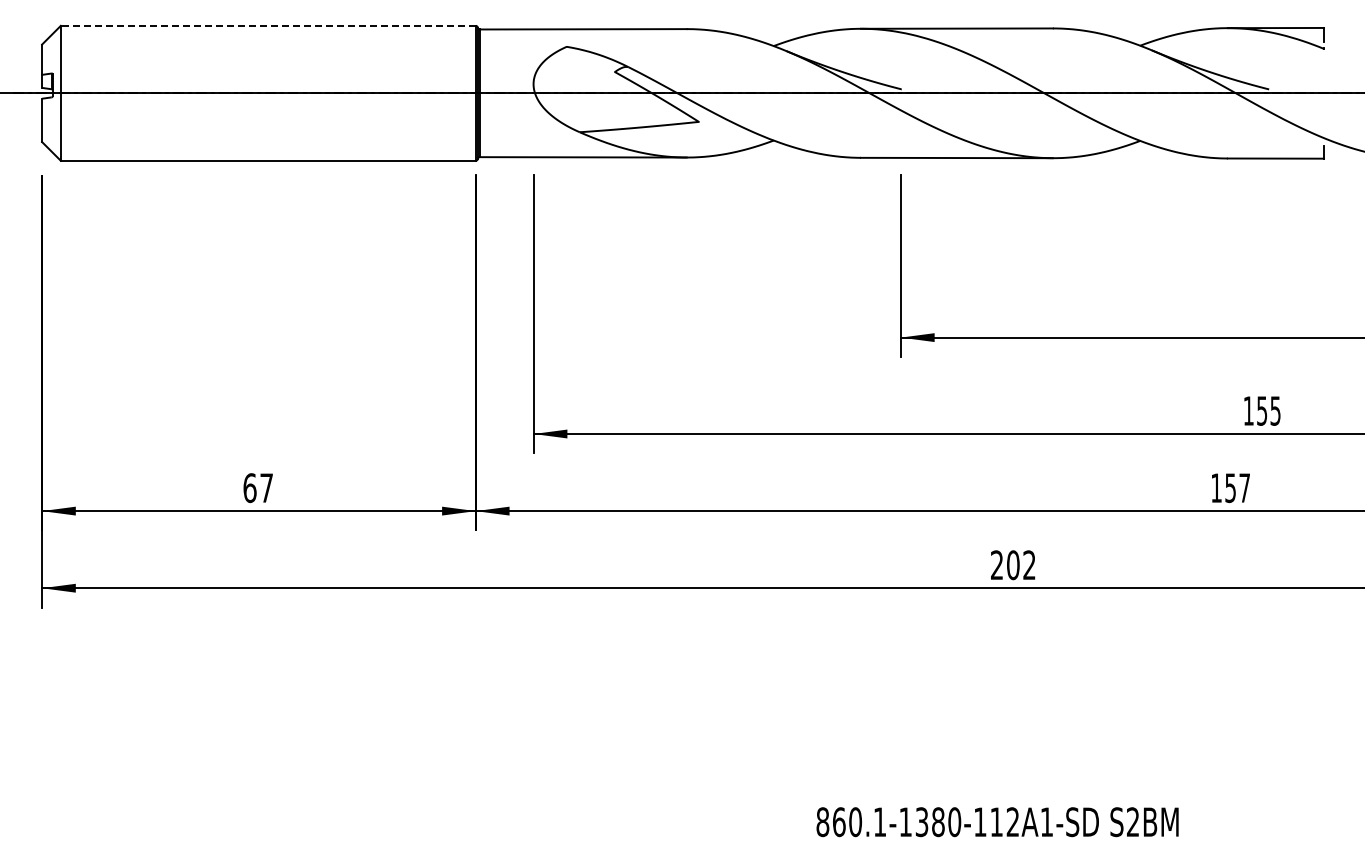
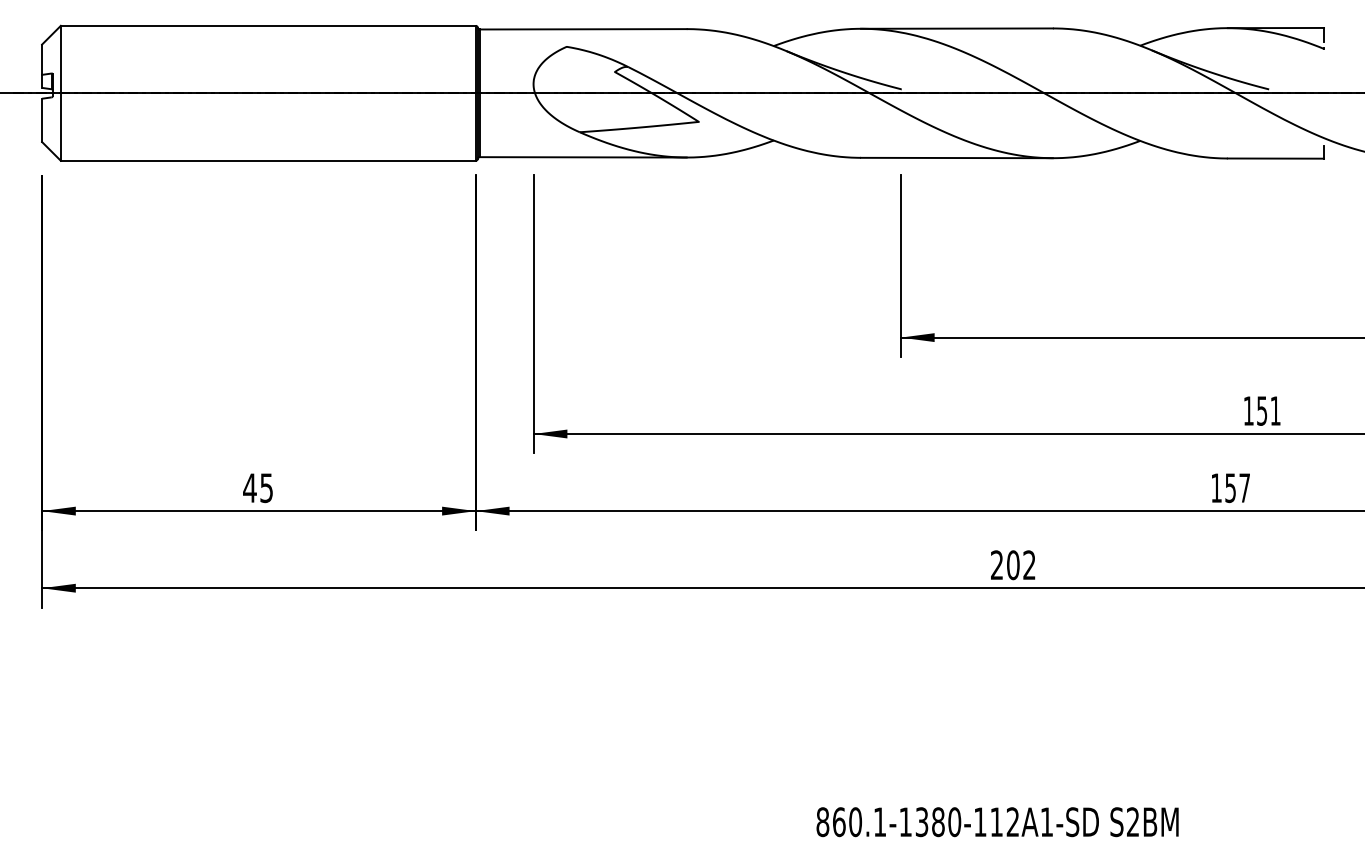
line at (267, 25): dashed -> solid
text at (1275, 410): 155 -> 151
text at (257, 488): 67 -> 45
